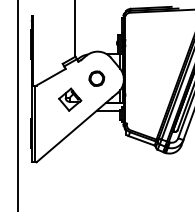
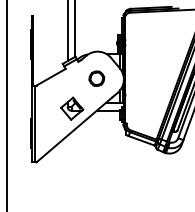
line at (67, 31): none -> present
part at (70, 99) position: (70, 99) -> (72, 108)
line at (18, 105) position: (18, 105) -> (7, 105)
